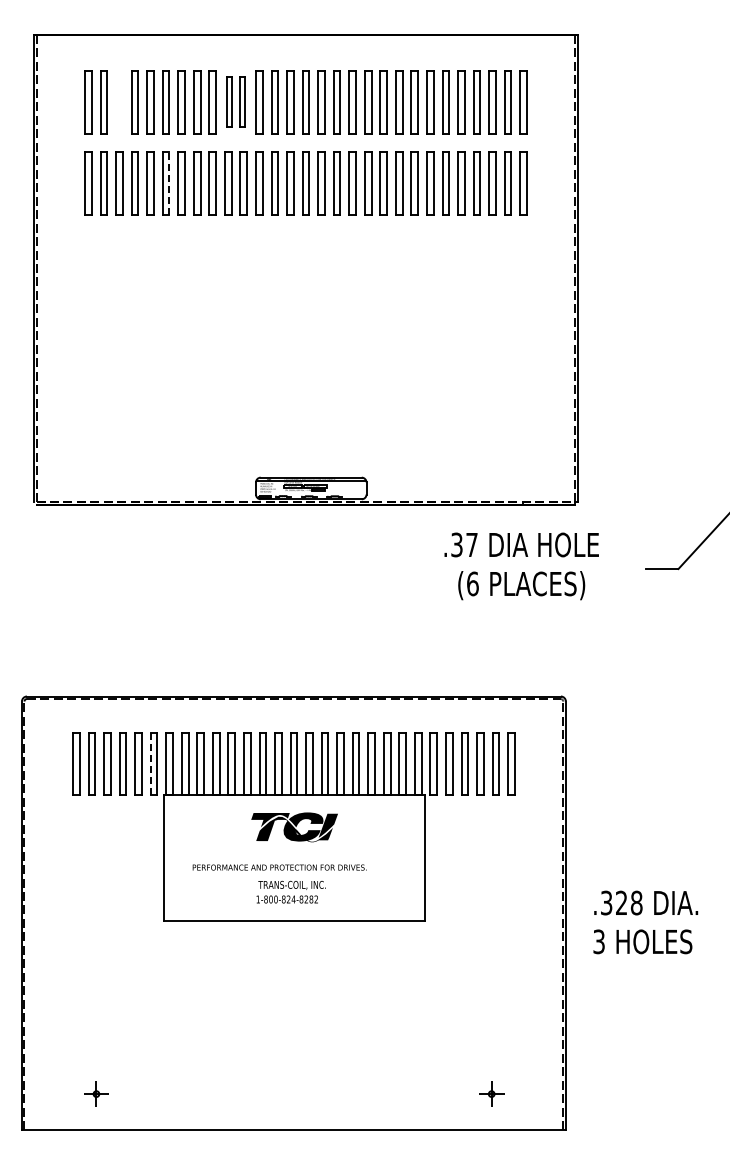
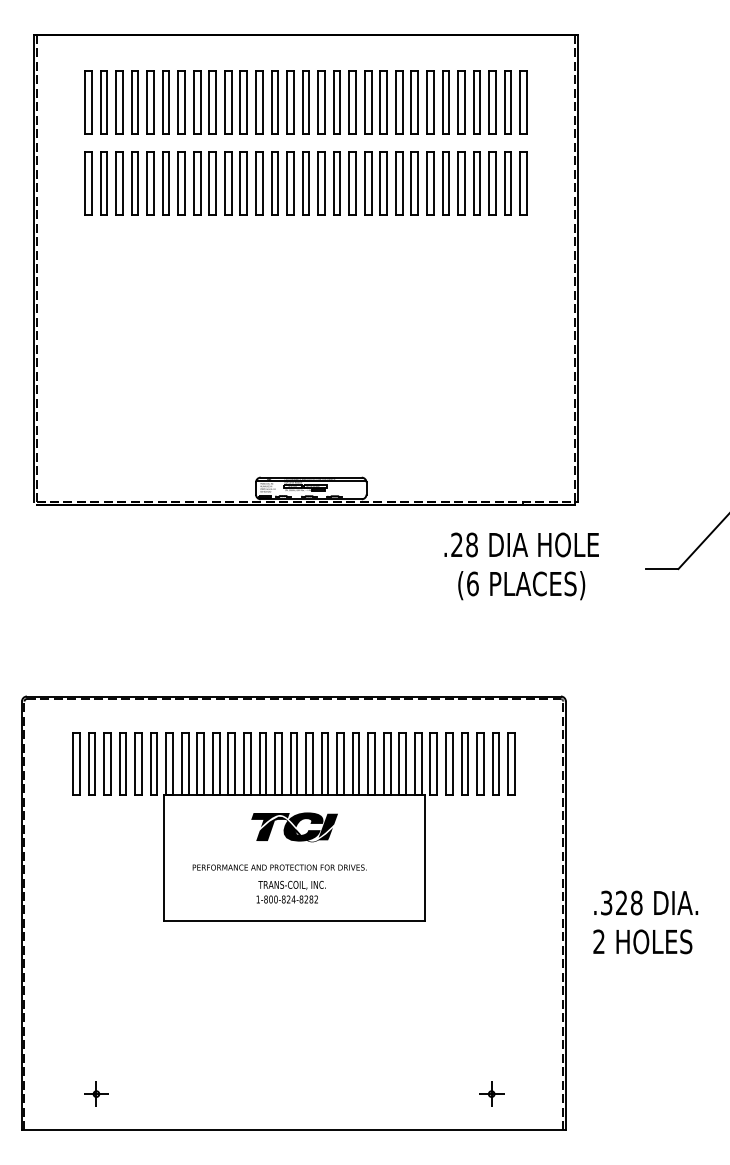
part at (235, 101) size: 20x52 px -> 24x65 px
part at (119, 102): none -> present
line at (169, 182): dashed -> solid
text at (464, 544): .37 -> .28
line at (150, 764): dashed -> solid
text at (598, 941): 3 -> 2
